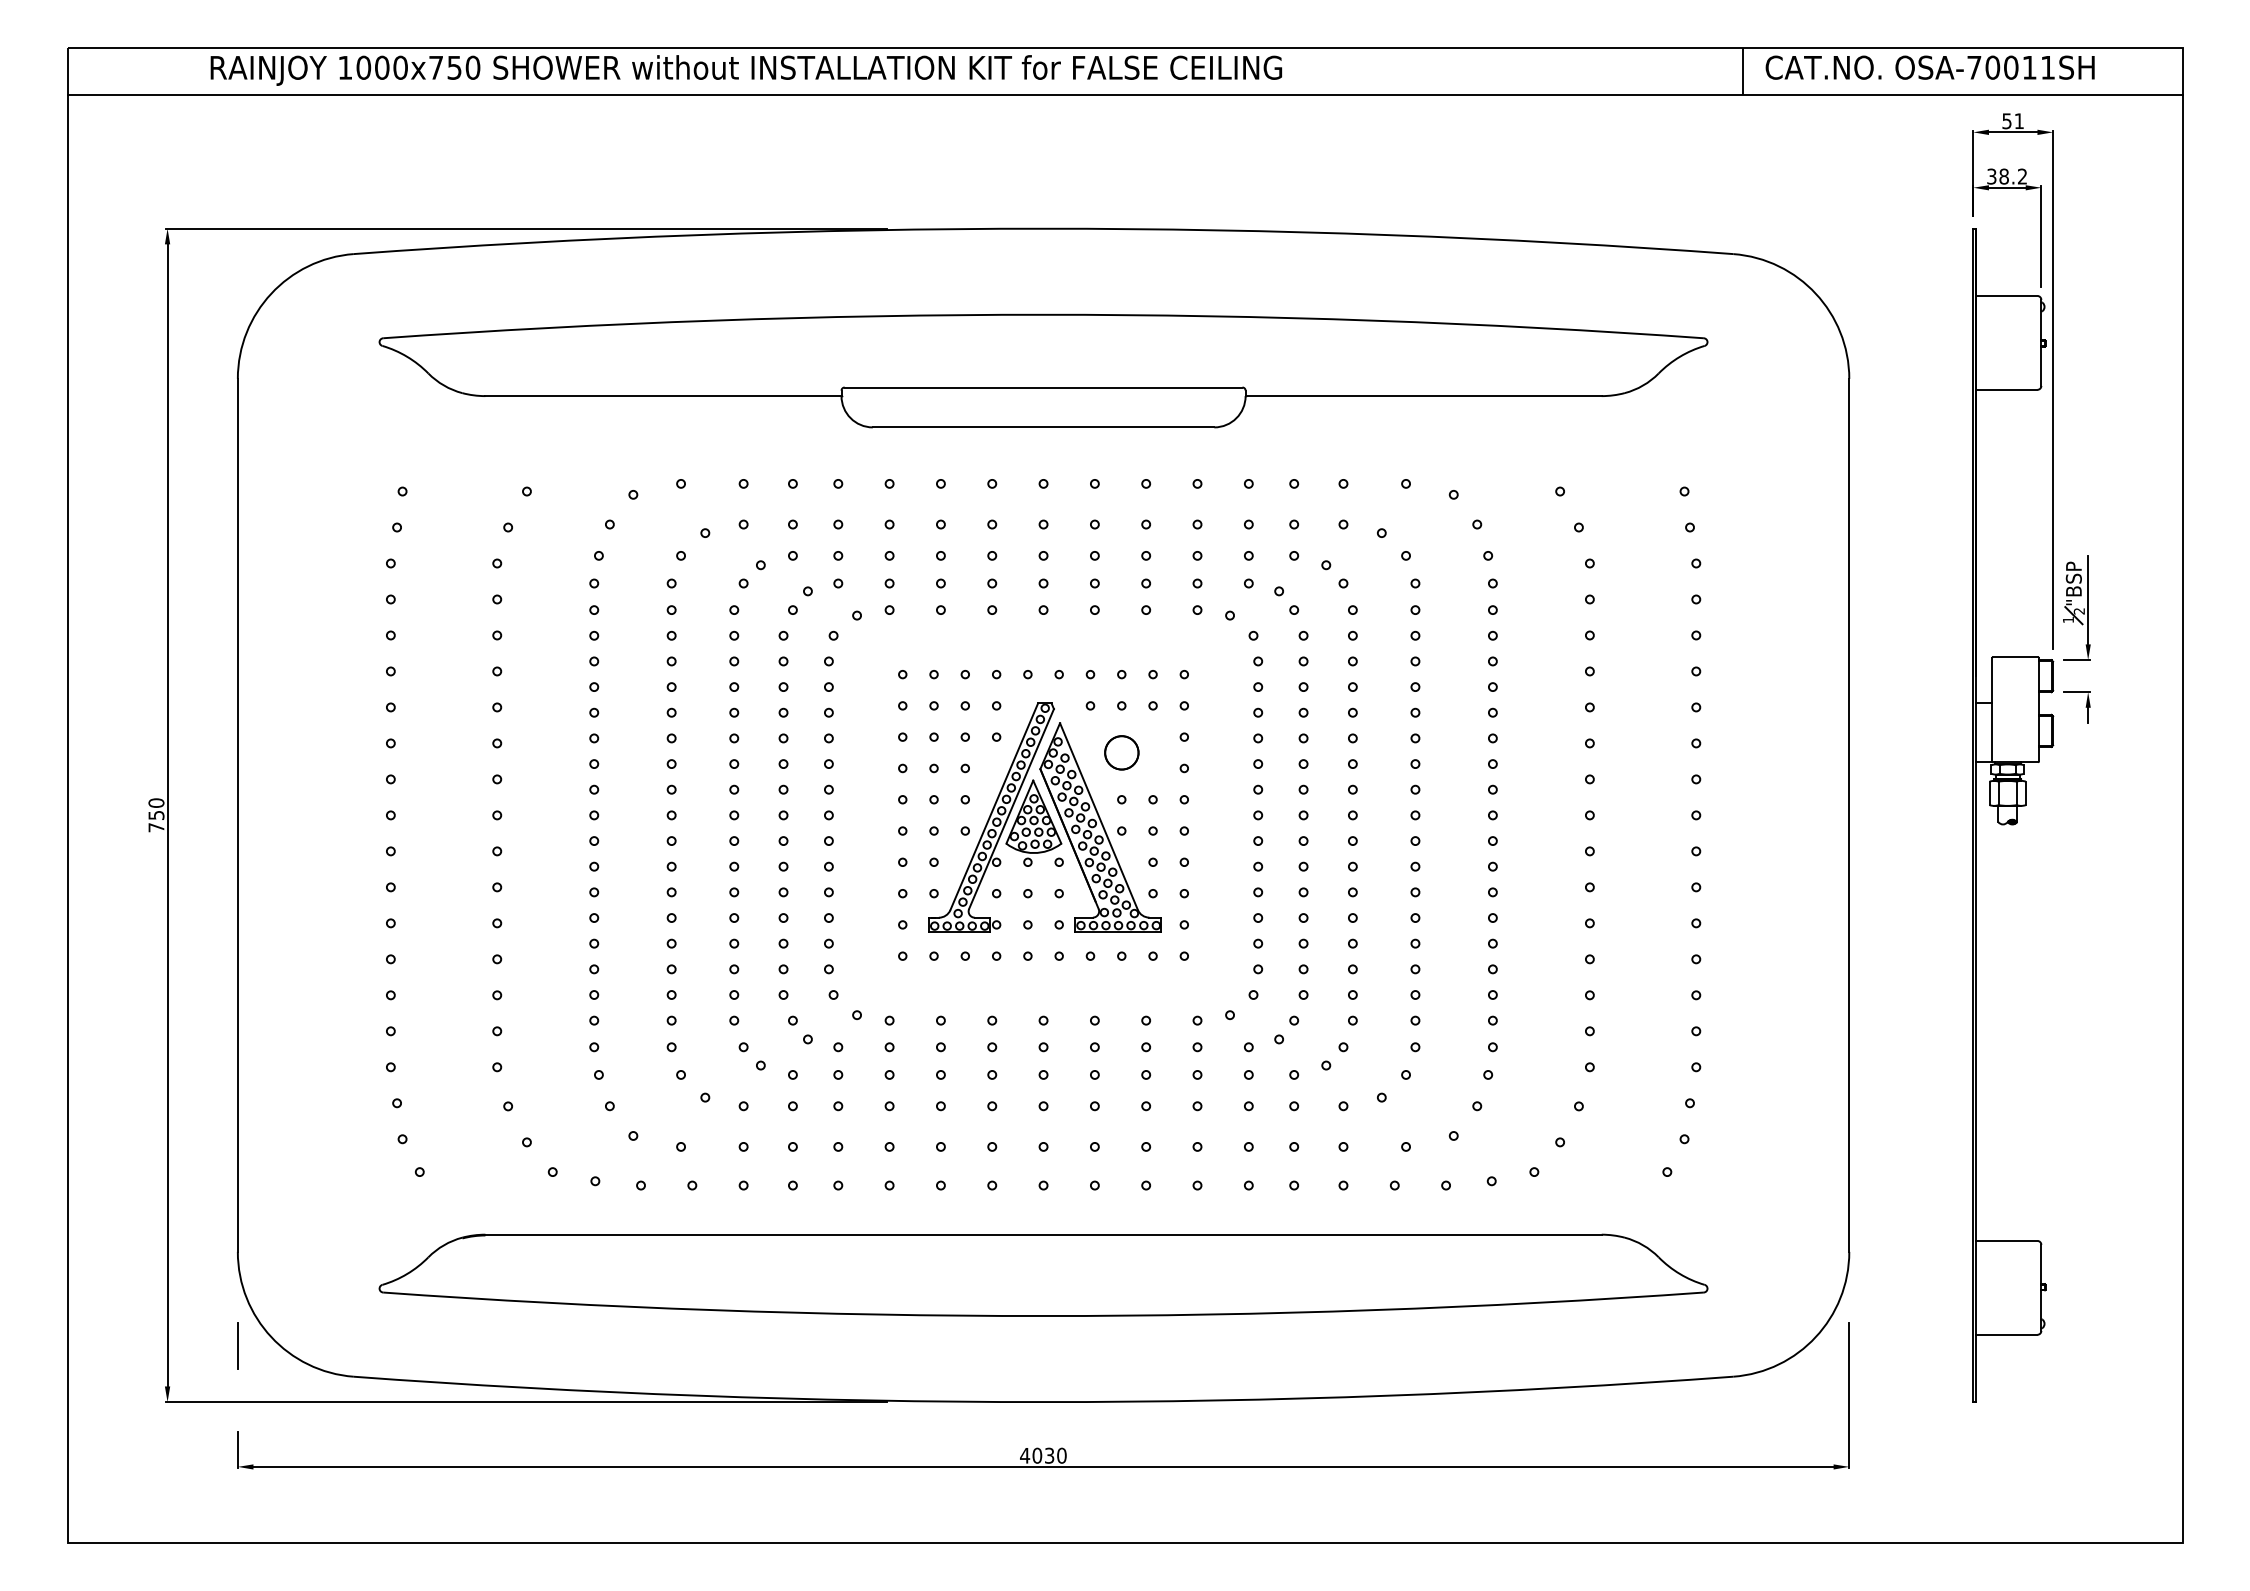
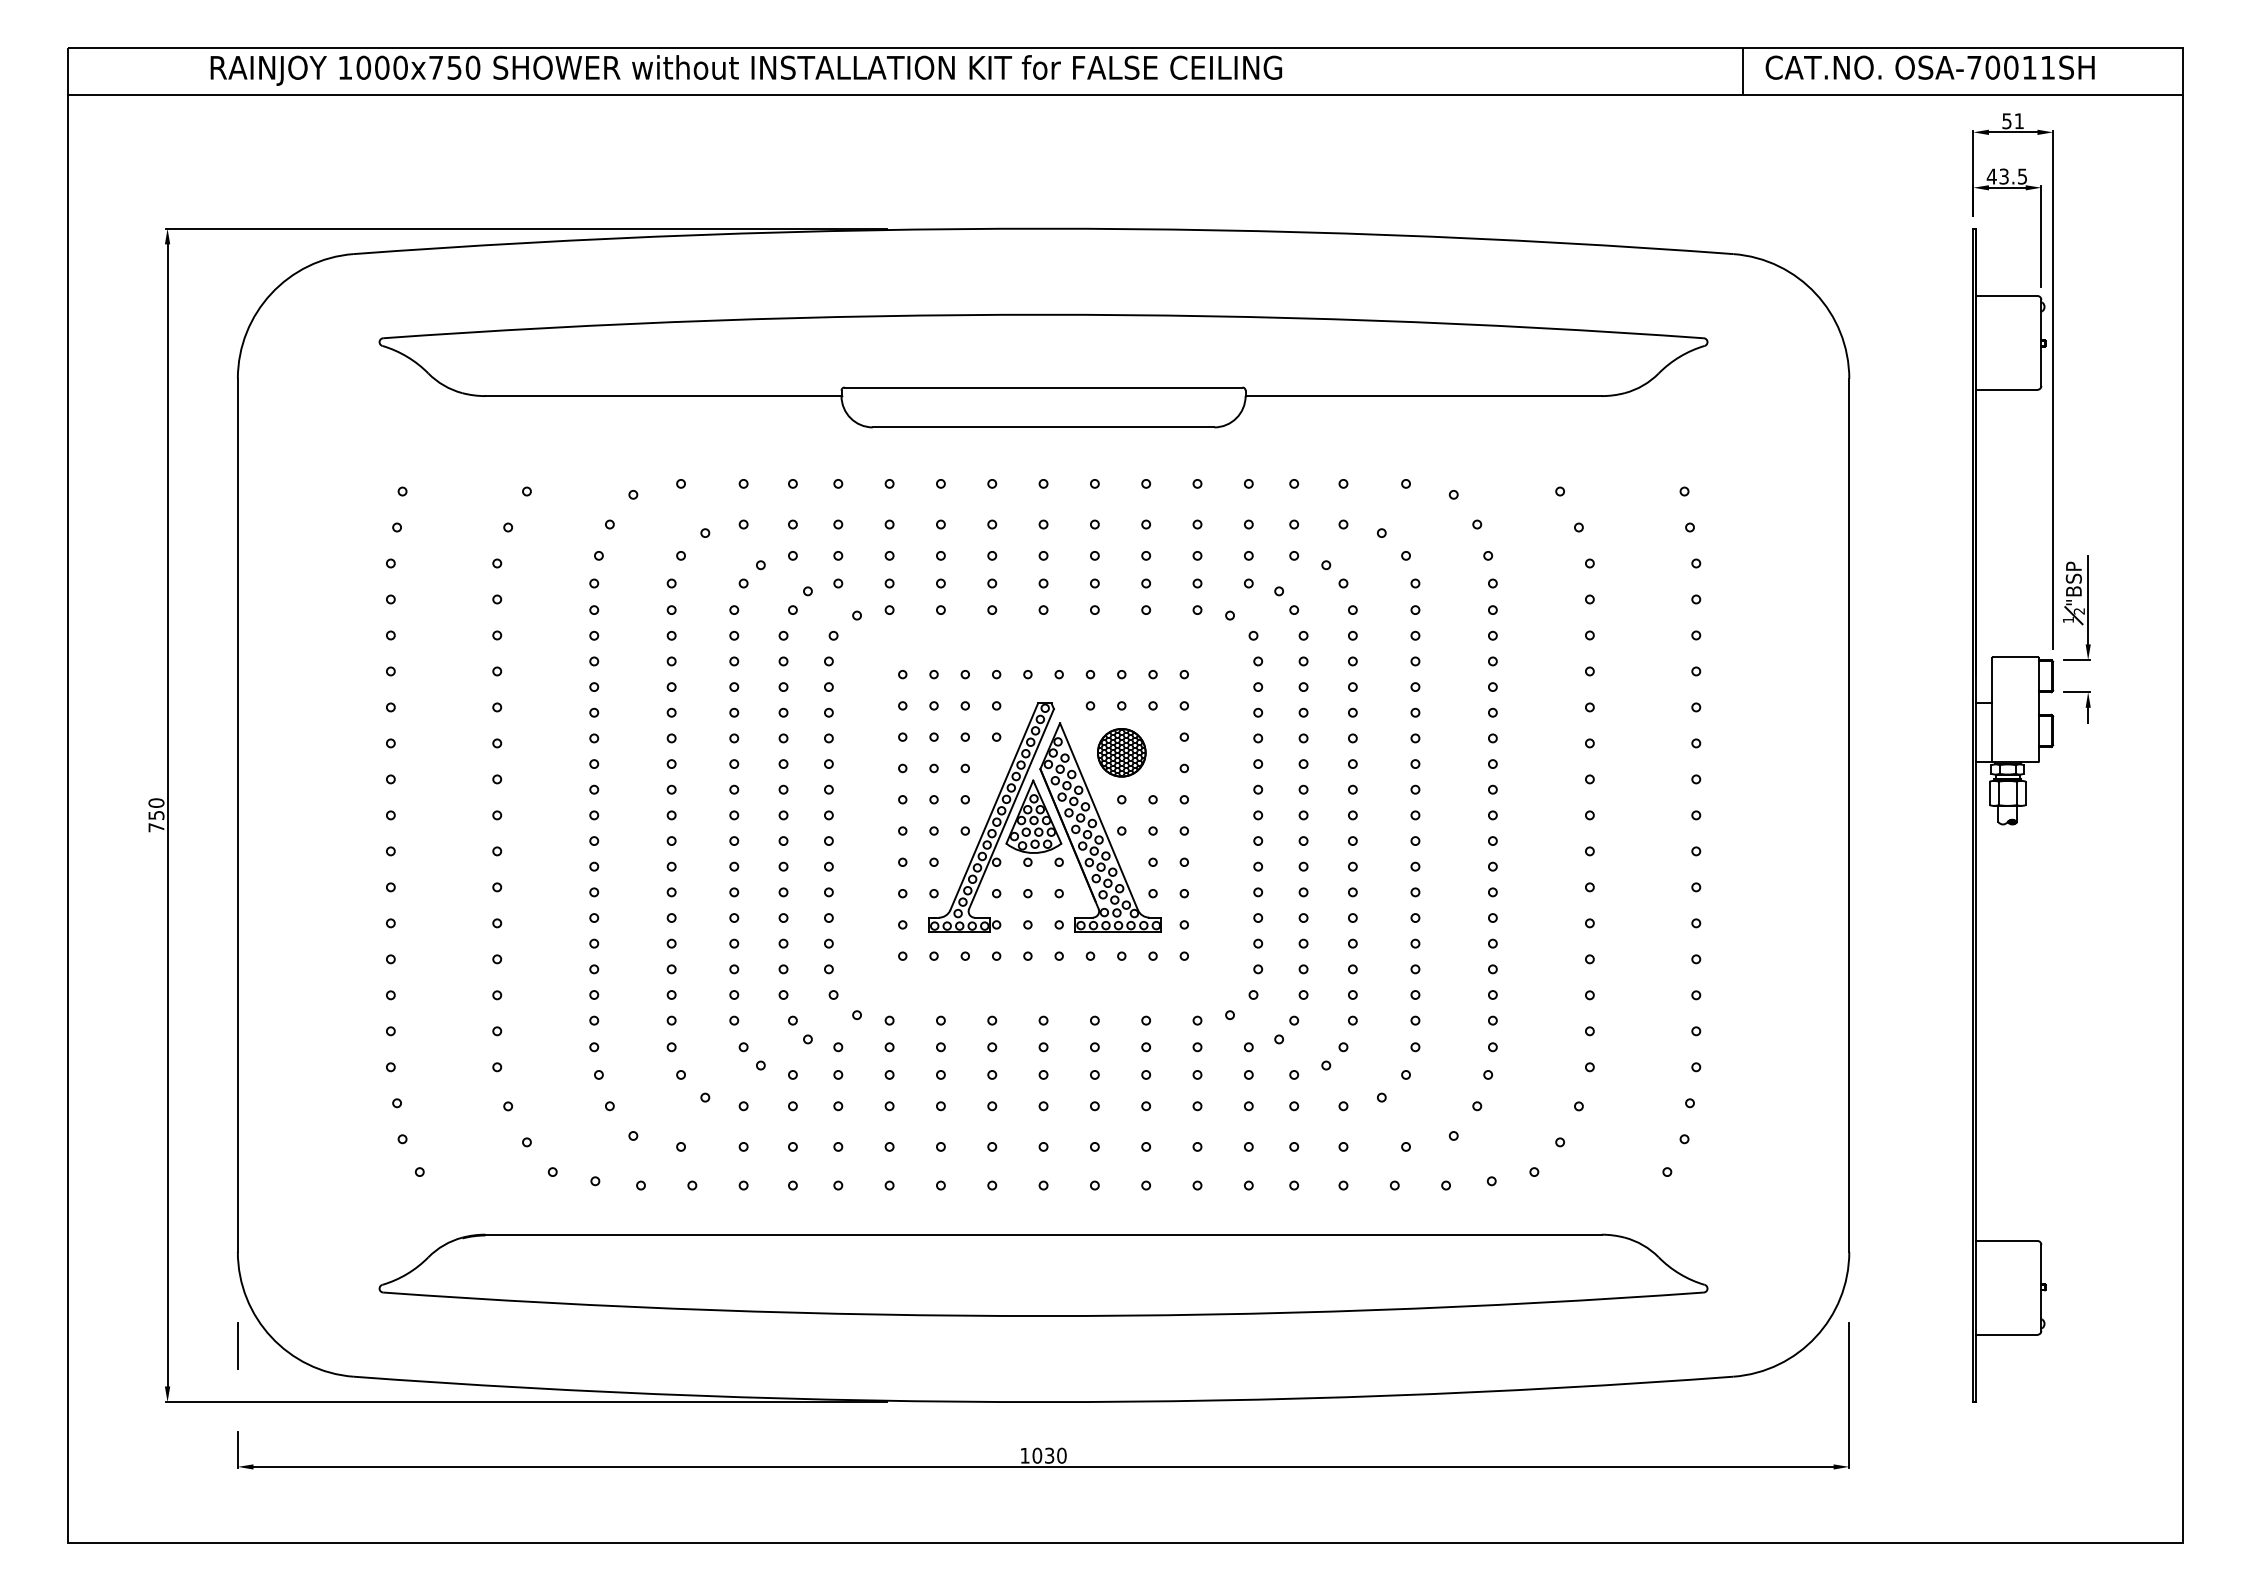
text at (2006, 176): 38.2 -> 43.5
part at (1121, 752) size: 36x36 px -> 50x50 px
text at (1025, 1455): 4030 -> 1030
